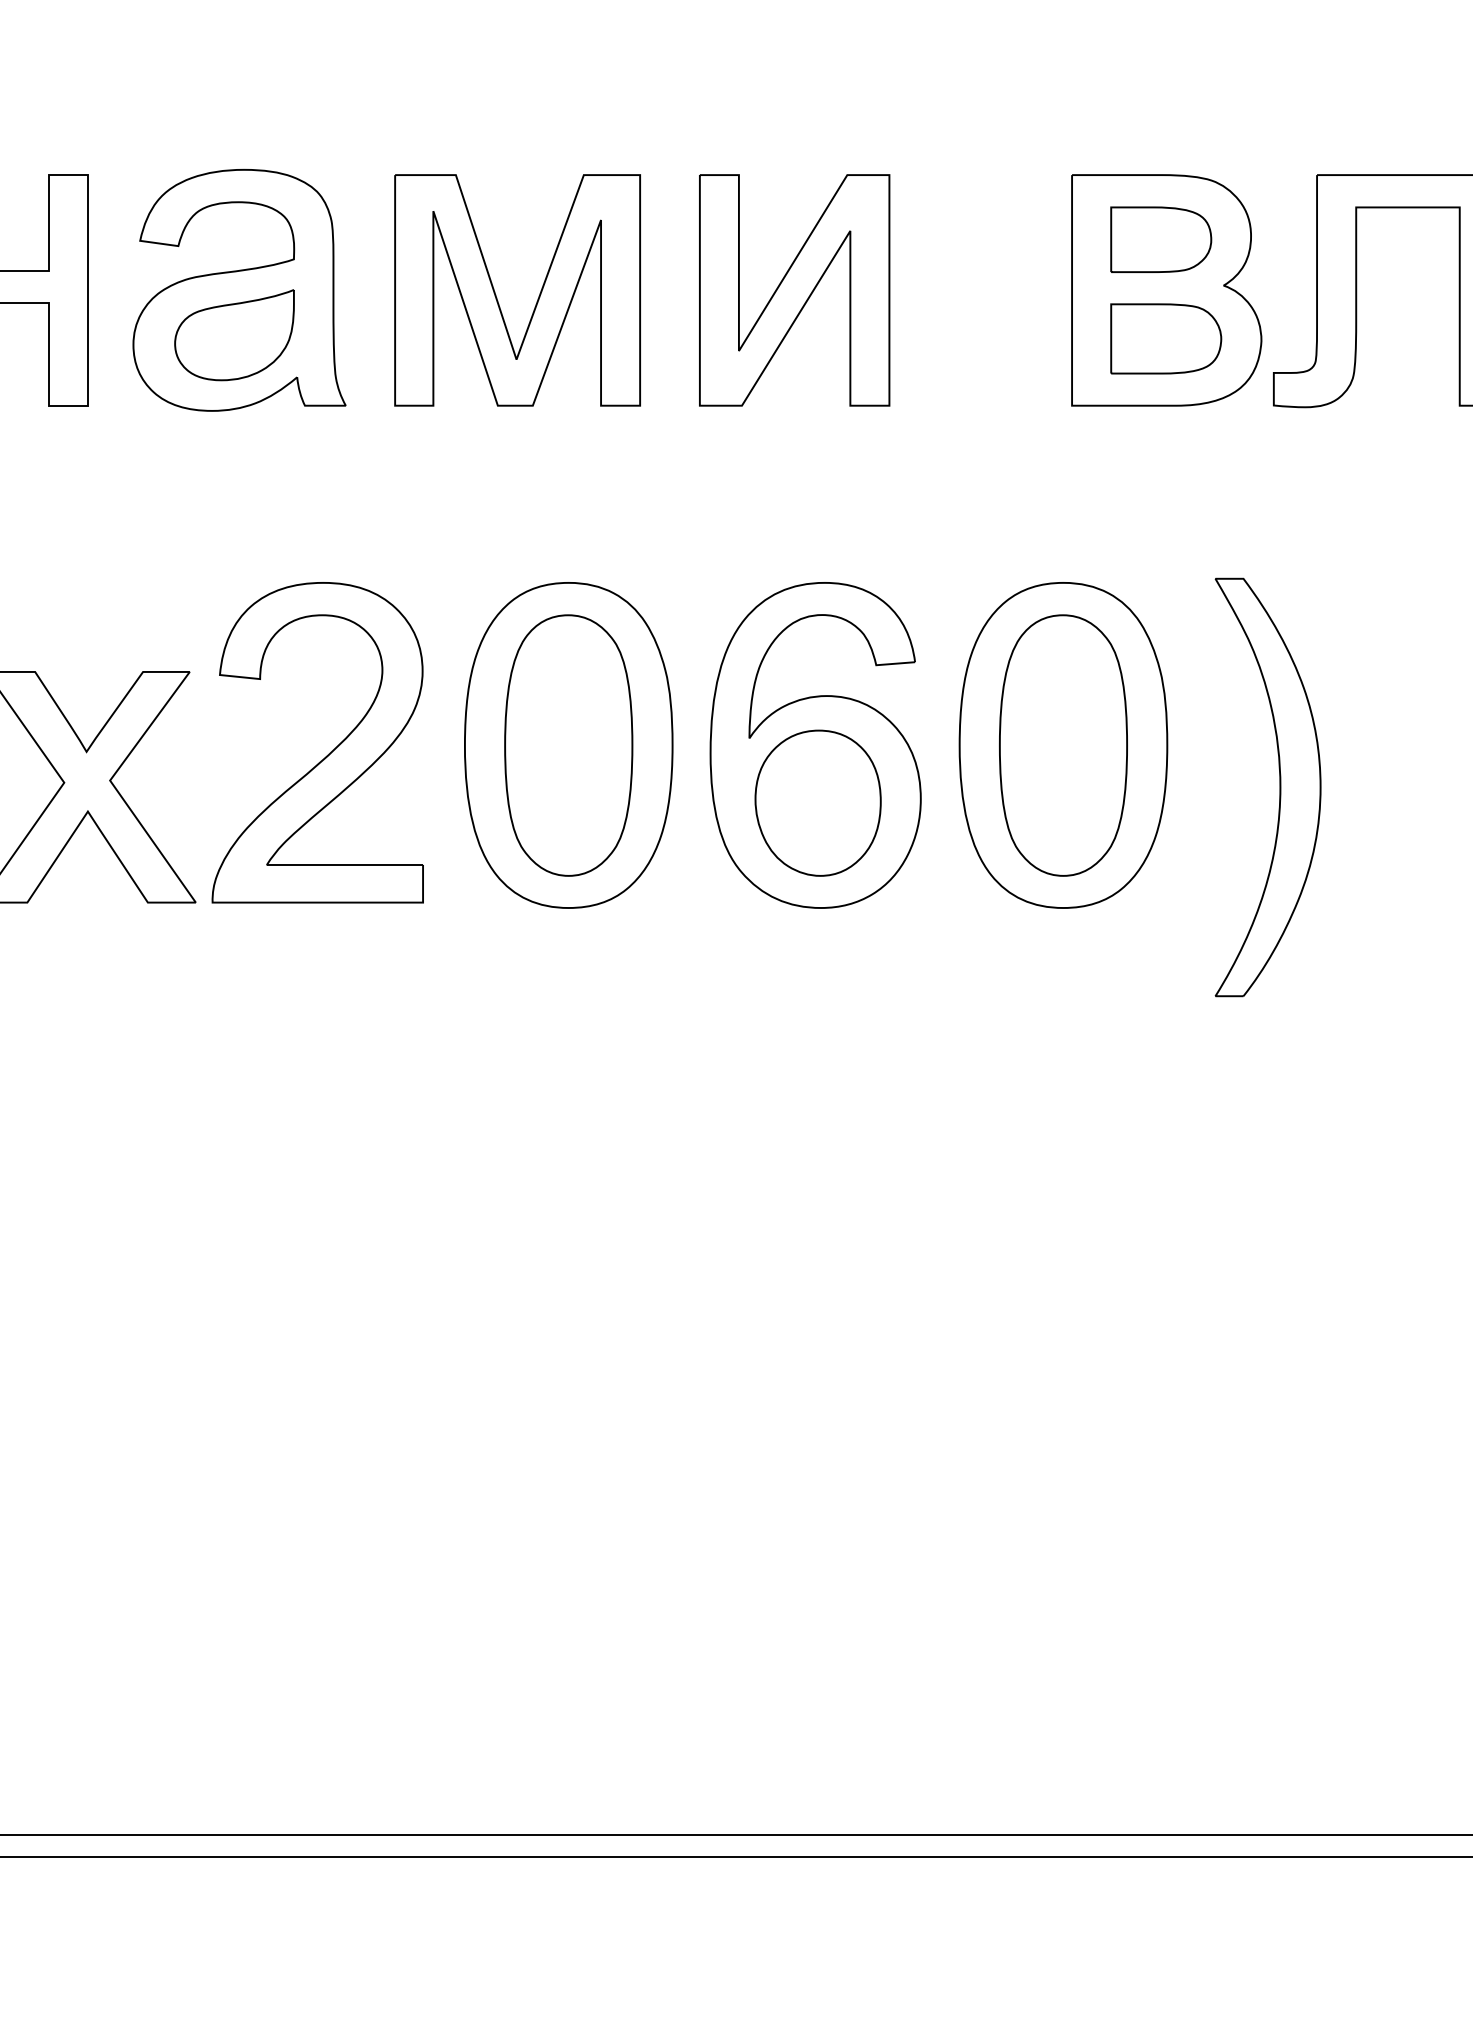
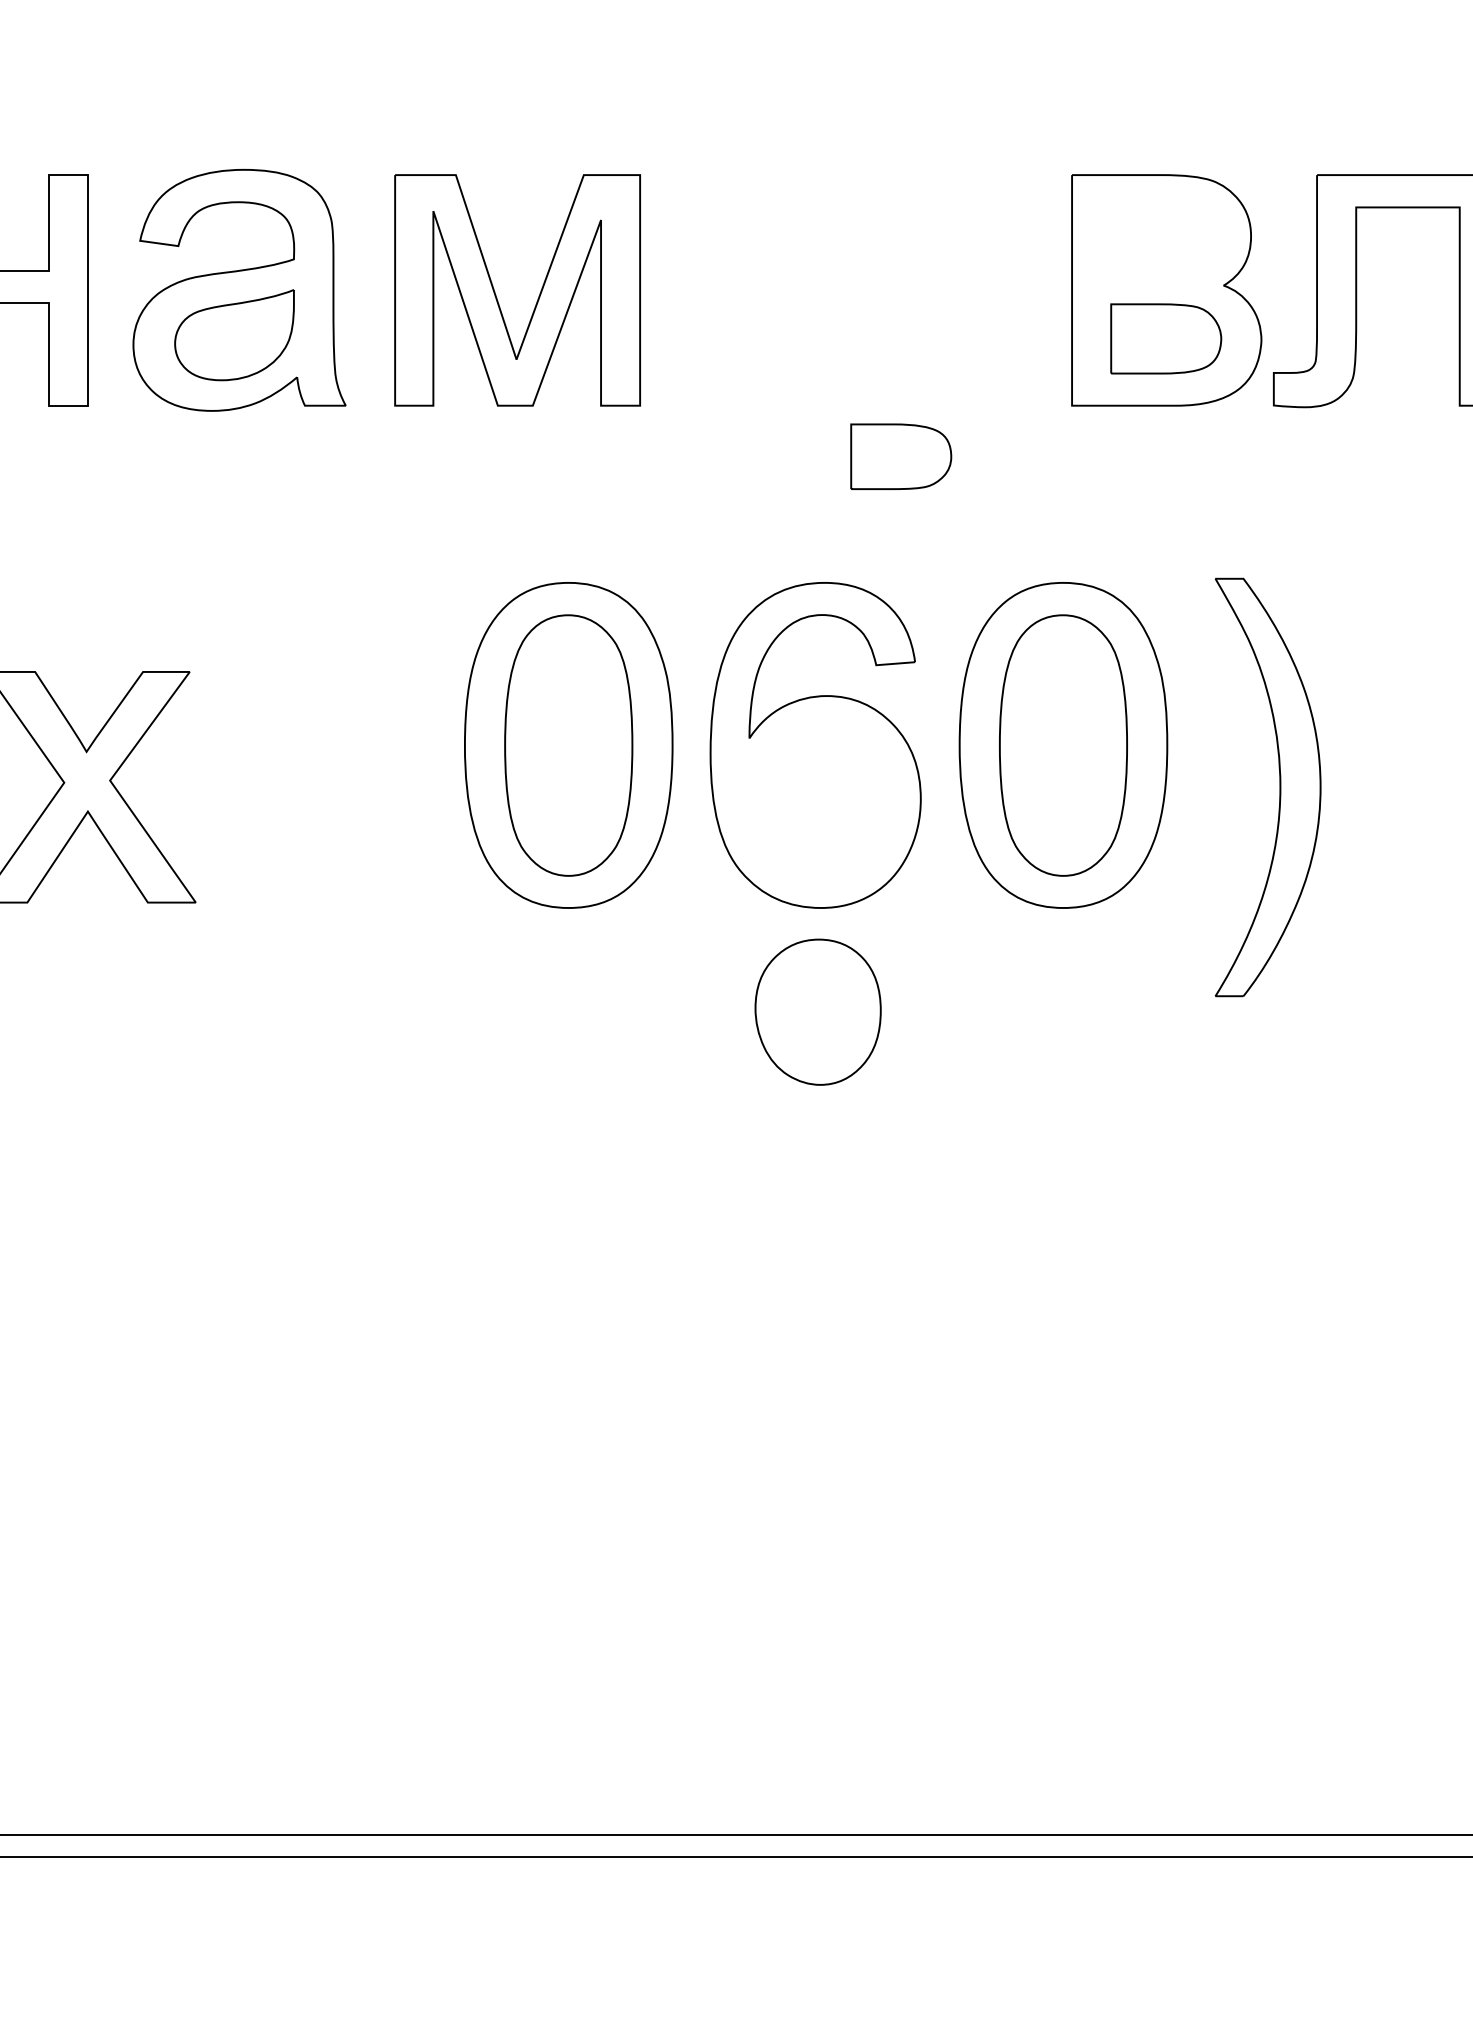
part at (1161, 239) position: (1161, 239) -> (901, 456)
part at (794, 290): present -> none
part at (328, 753): present -> none
part at (817, 802) position: (817, 802) -> (817, 1011)
